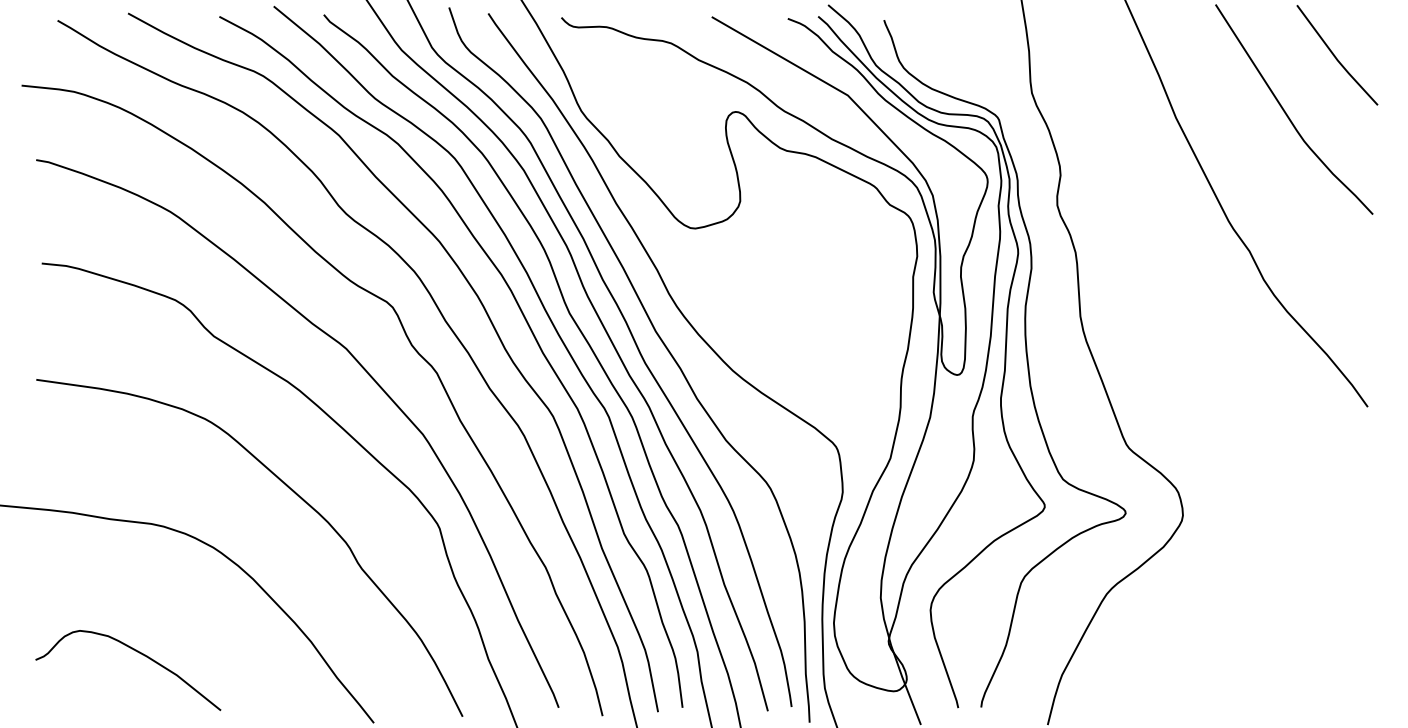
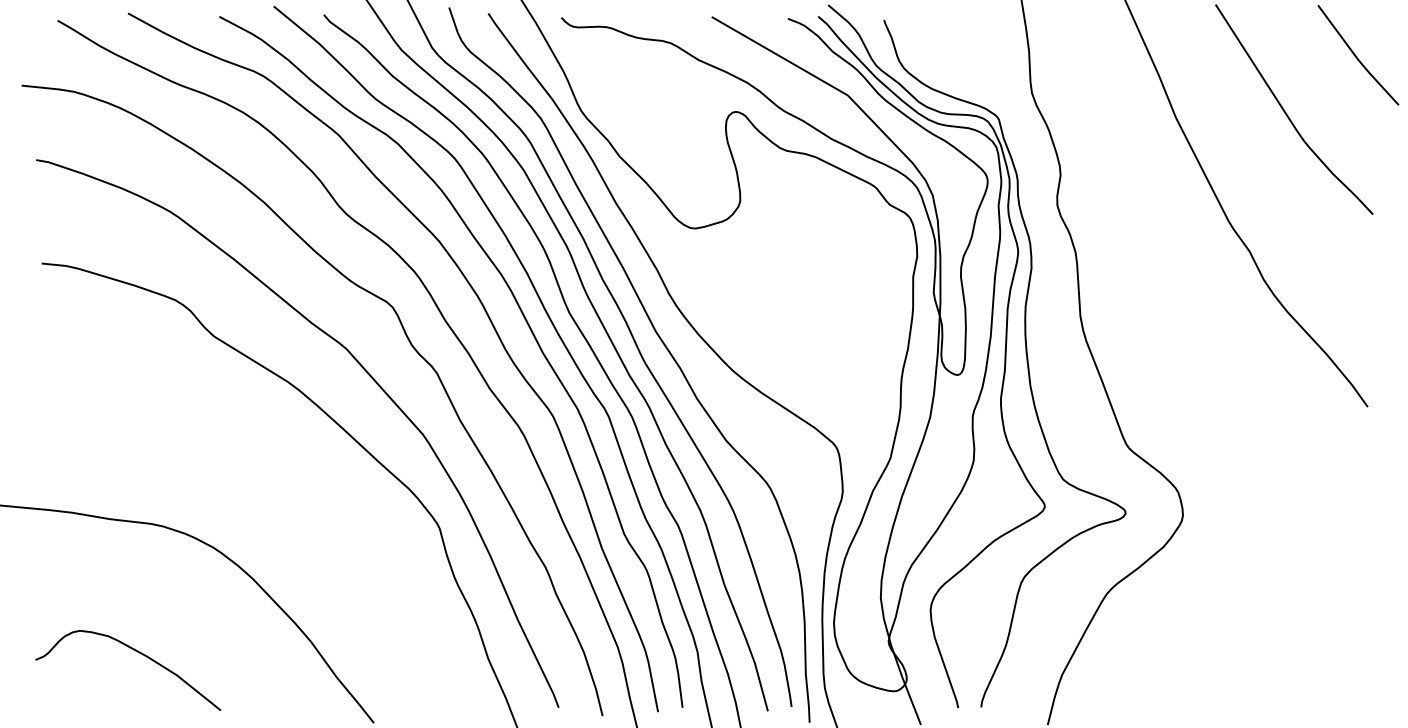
line at (1335, 55) position: (1335, 55) -> (1356, 55)
curve at (296, 495): present -> none
